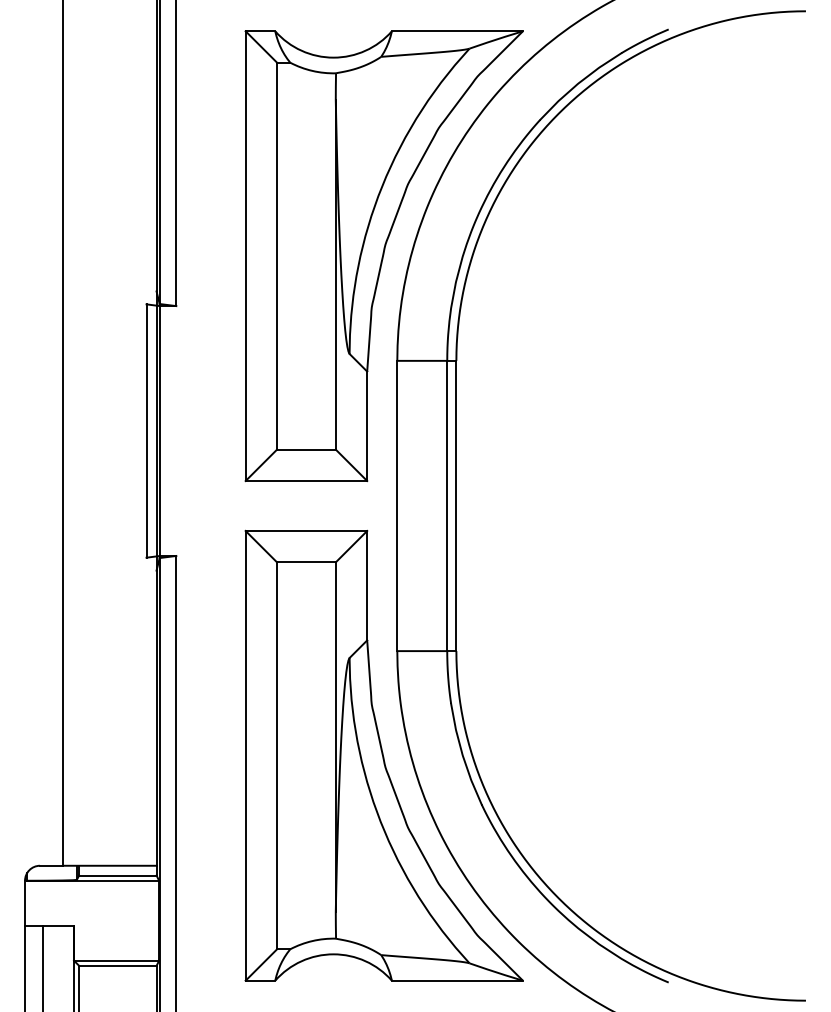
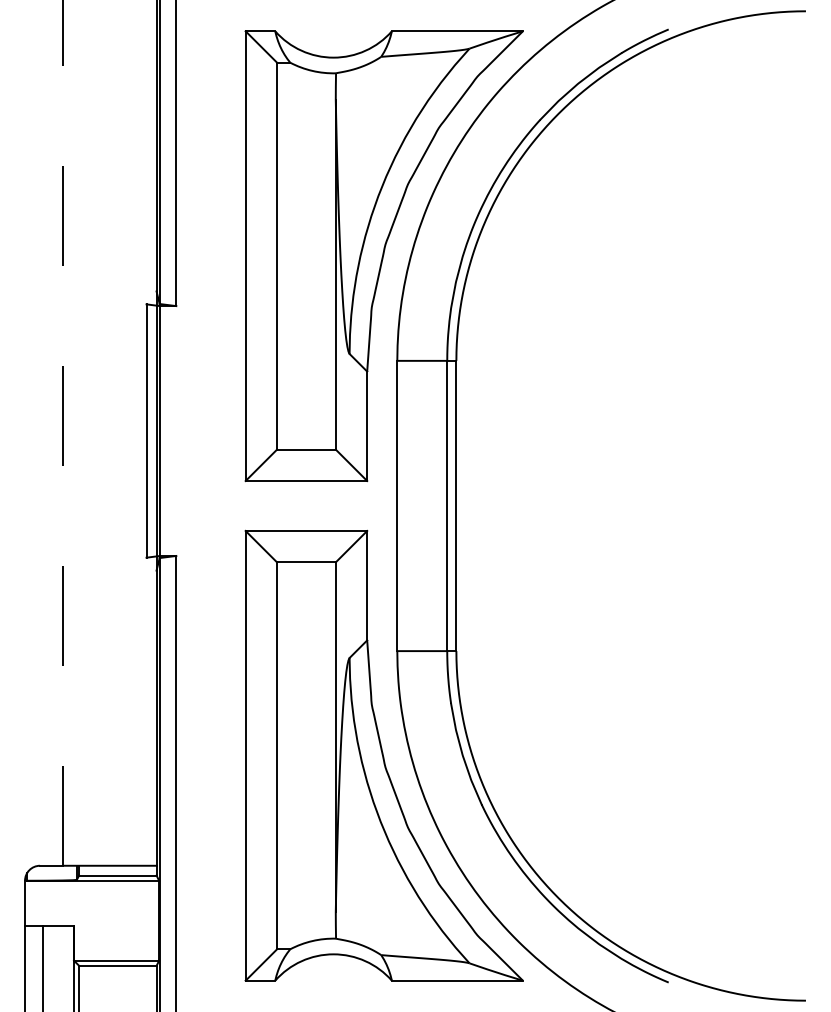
line at (63, 433): solid -> dashed
